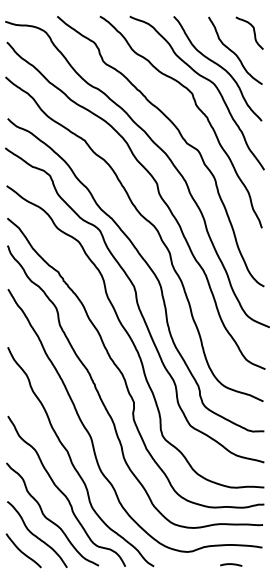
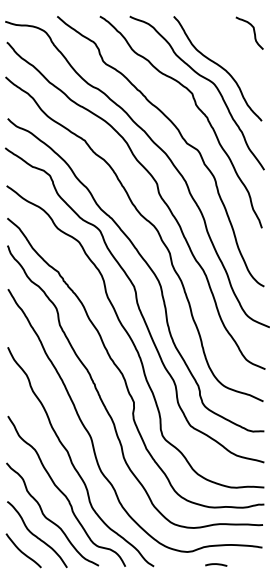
curve at (233, 51): present -> none
curve at (231, 564) position: (231, 564) -> (216, 564)
